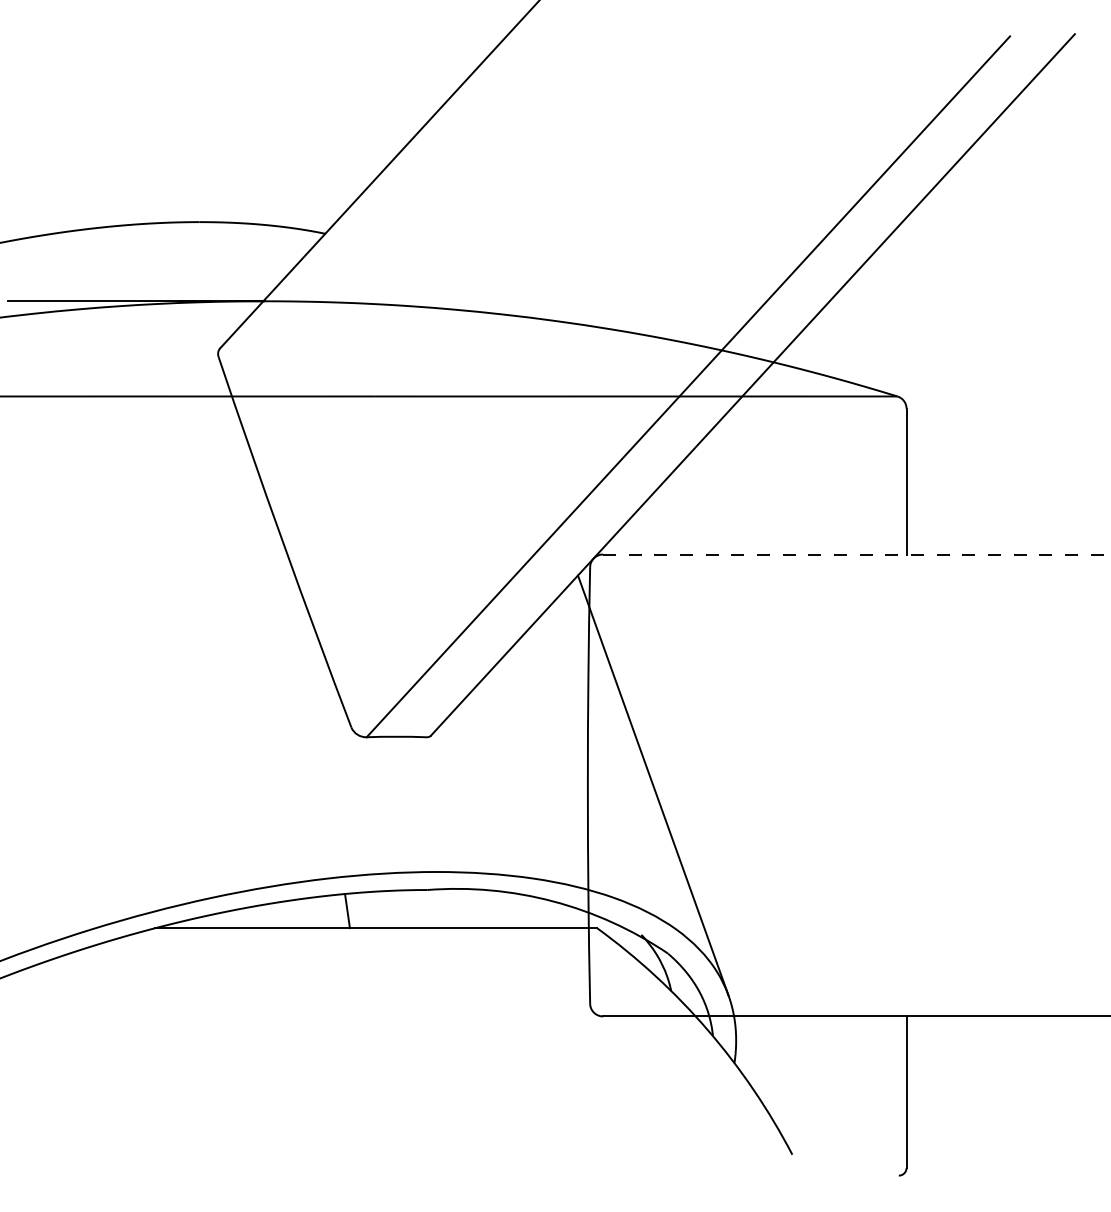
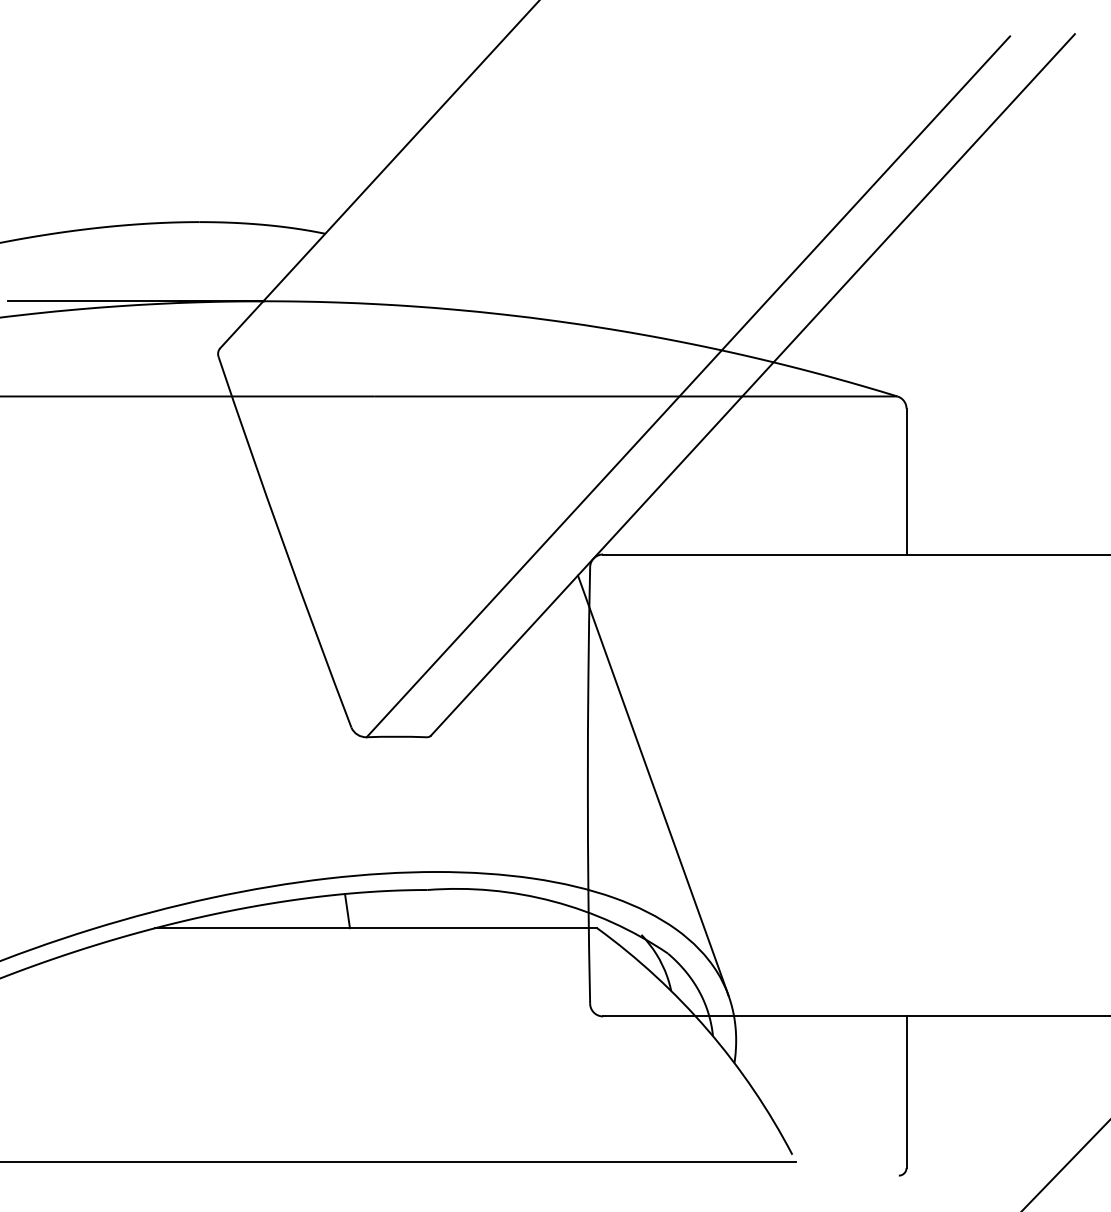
line at (856, 554): dashed -> solid
line at (399, 1162): none -> present
line at (1065, 1165): none -> present
